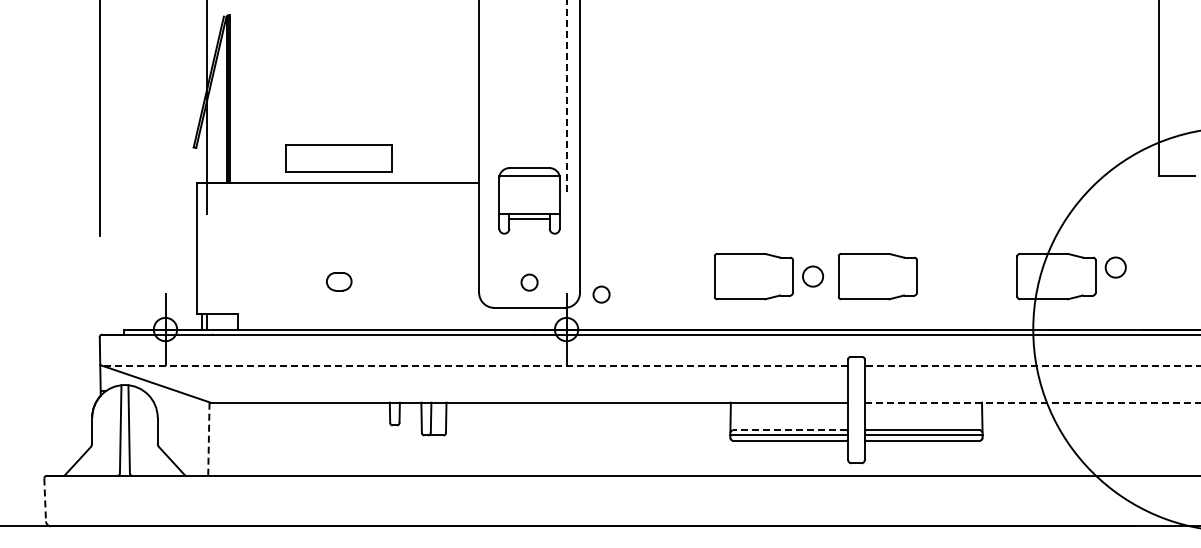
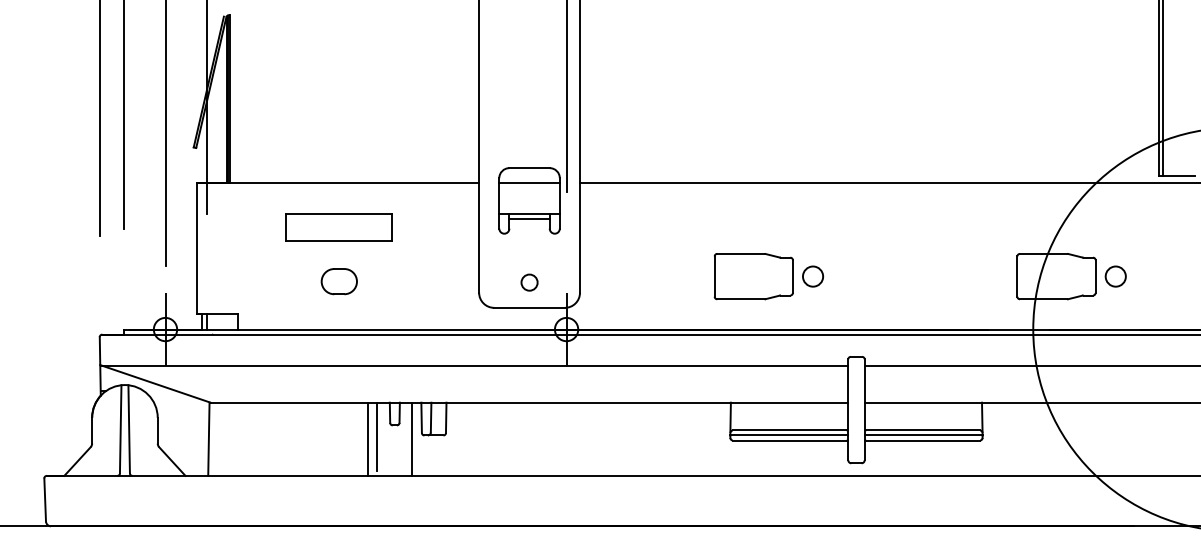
line at (1163, 88): none -> present
line at (566, 95): dashed -> solid
line at (123, 115): none -> present
line at (165, 133): none -> present
part at (338, 158) position: (338, 158) -> (338, 227)
line at (529, 176) position: (529, 176) -> (529, 183)
line at (888, 183): none -> present
circle at (1115, 267) position: (1115, 267) -> (1115, 276)
part at (877, 276): present -> none
part at (339, 281) size: 27x20 px -> 38x28 px
circle at (601, 294): present -> none
line at (474, 365): dashed -> solid
line at (1032, 365): dashed -> solid
line at (1032, 402): dashed -> solid
line at (789, 430): dashed -> solid
line at (377, 436): none -> present
line at (368, 438): none -> present
line at (208, 439): dashed -> solid
line at (412, 439): none -> present
line at (45, 499): dashed -> solid
